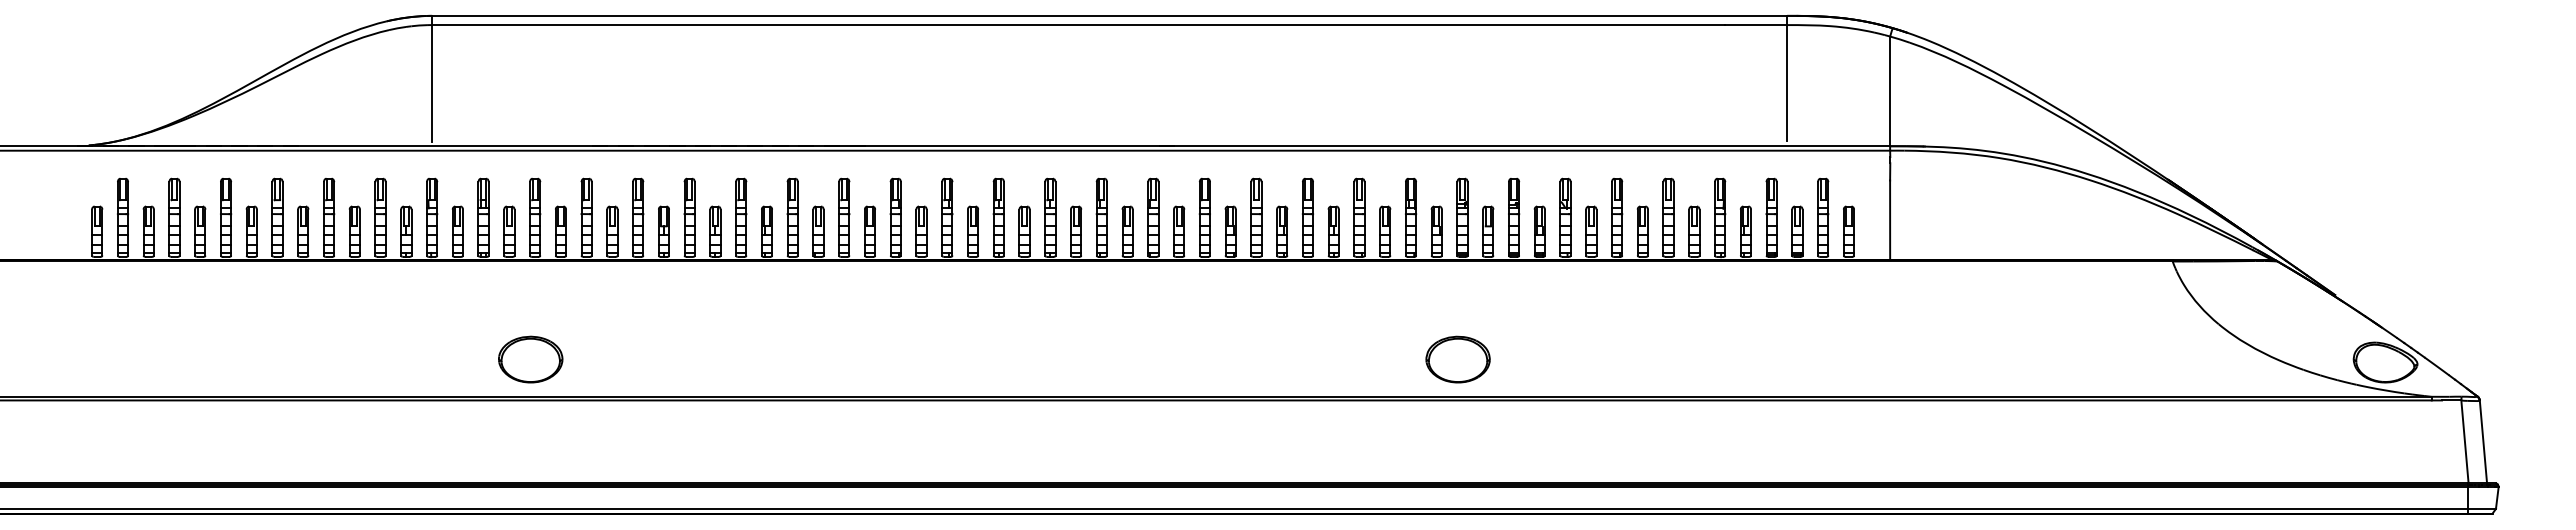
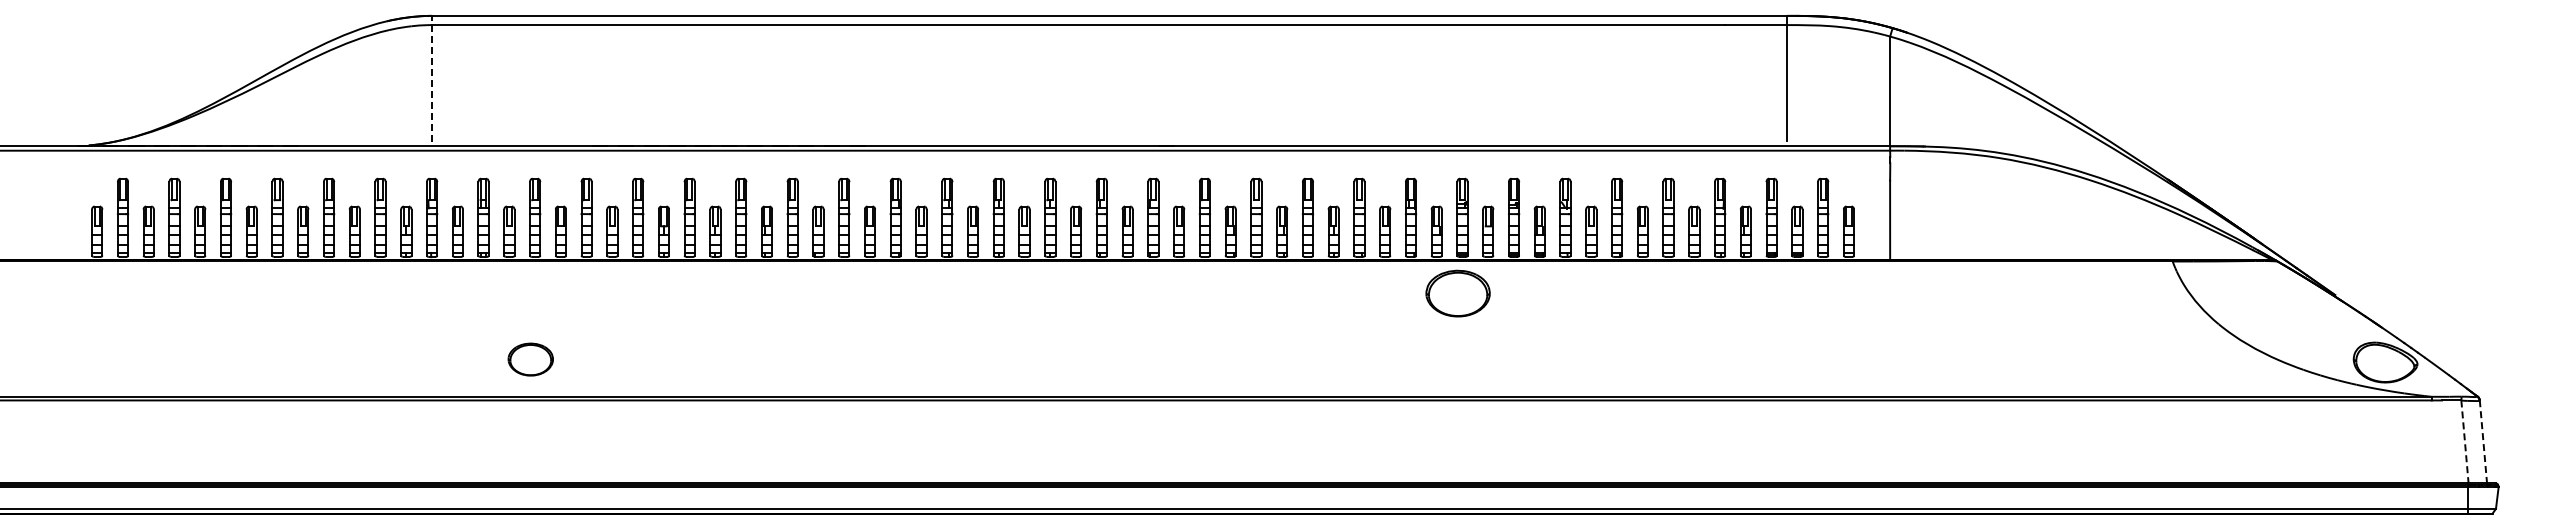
line at (432, 78): solid -> dashed
part at (530, 359) size: 66x49 px -> 47x35 px
part at (1457, 359) position: (1457, 359) -> (1457, 293)
line at (2464, 442): solid -> dashed
line at (2483, 442): solid -> dashed
